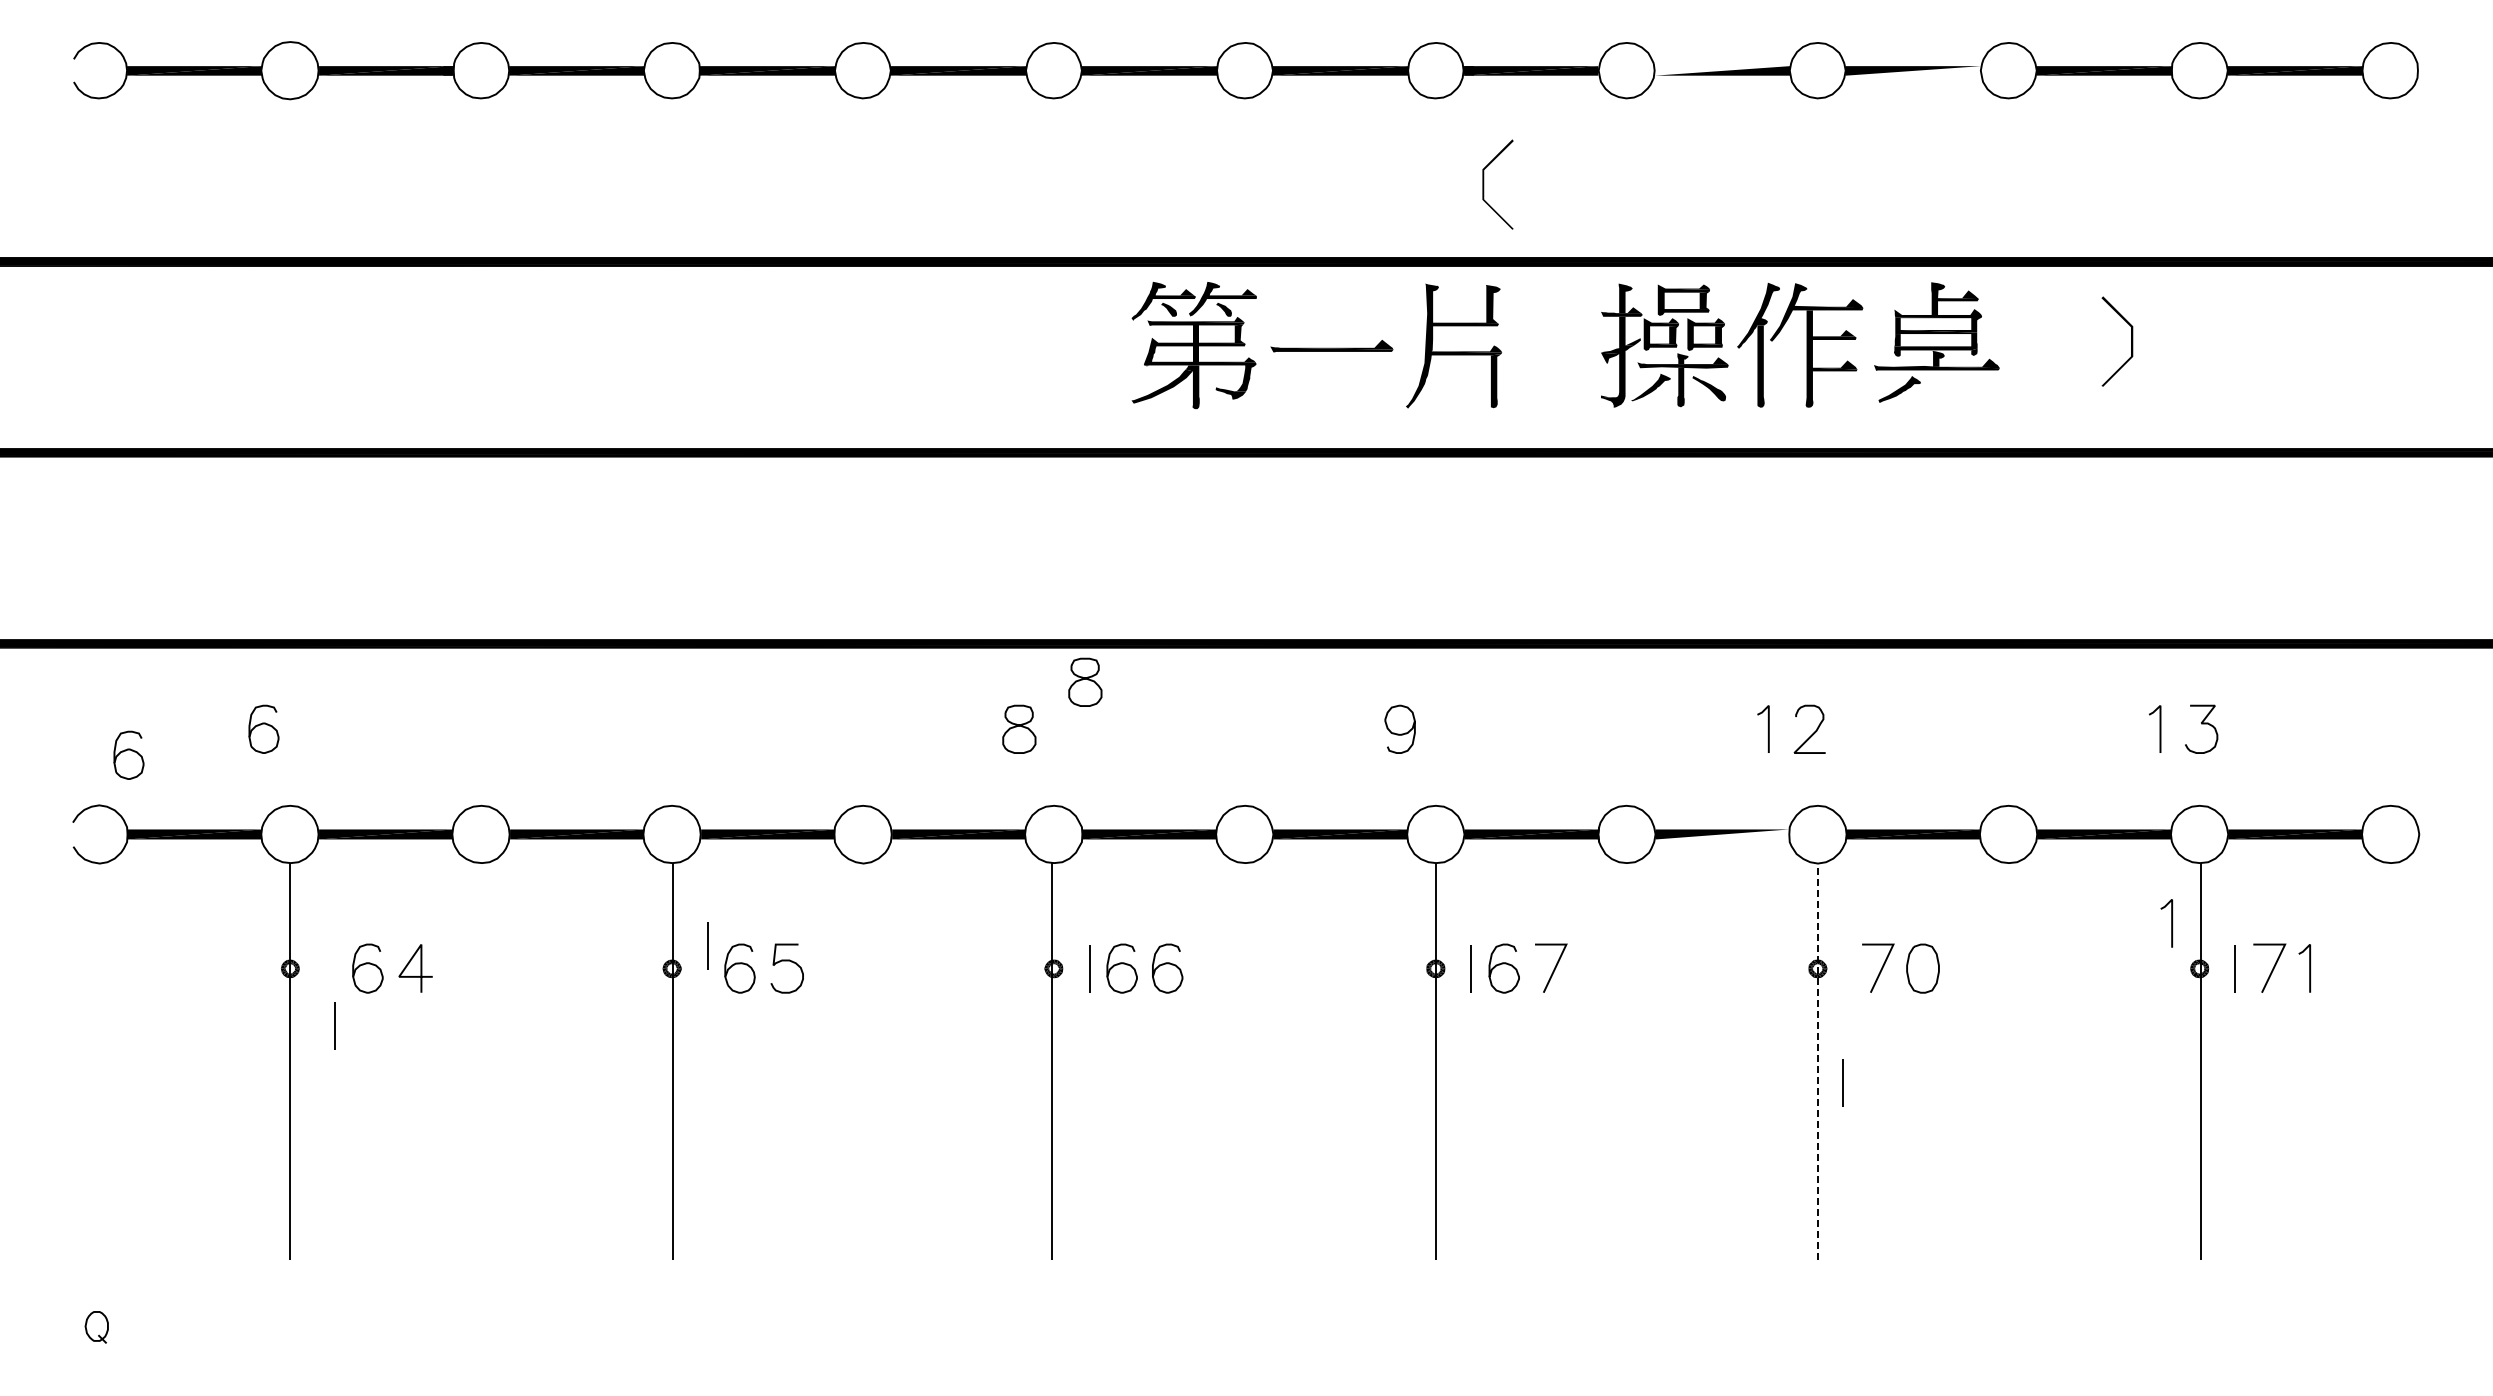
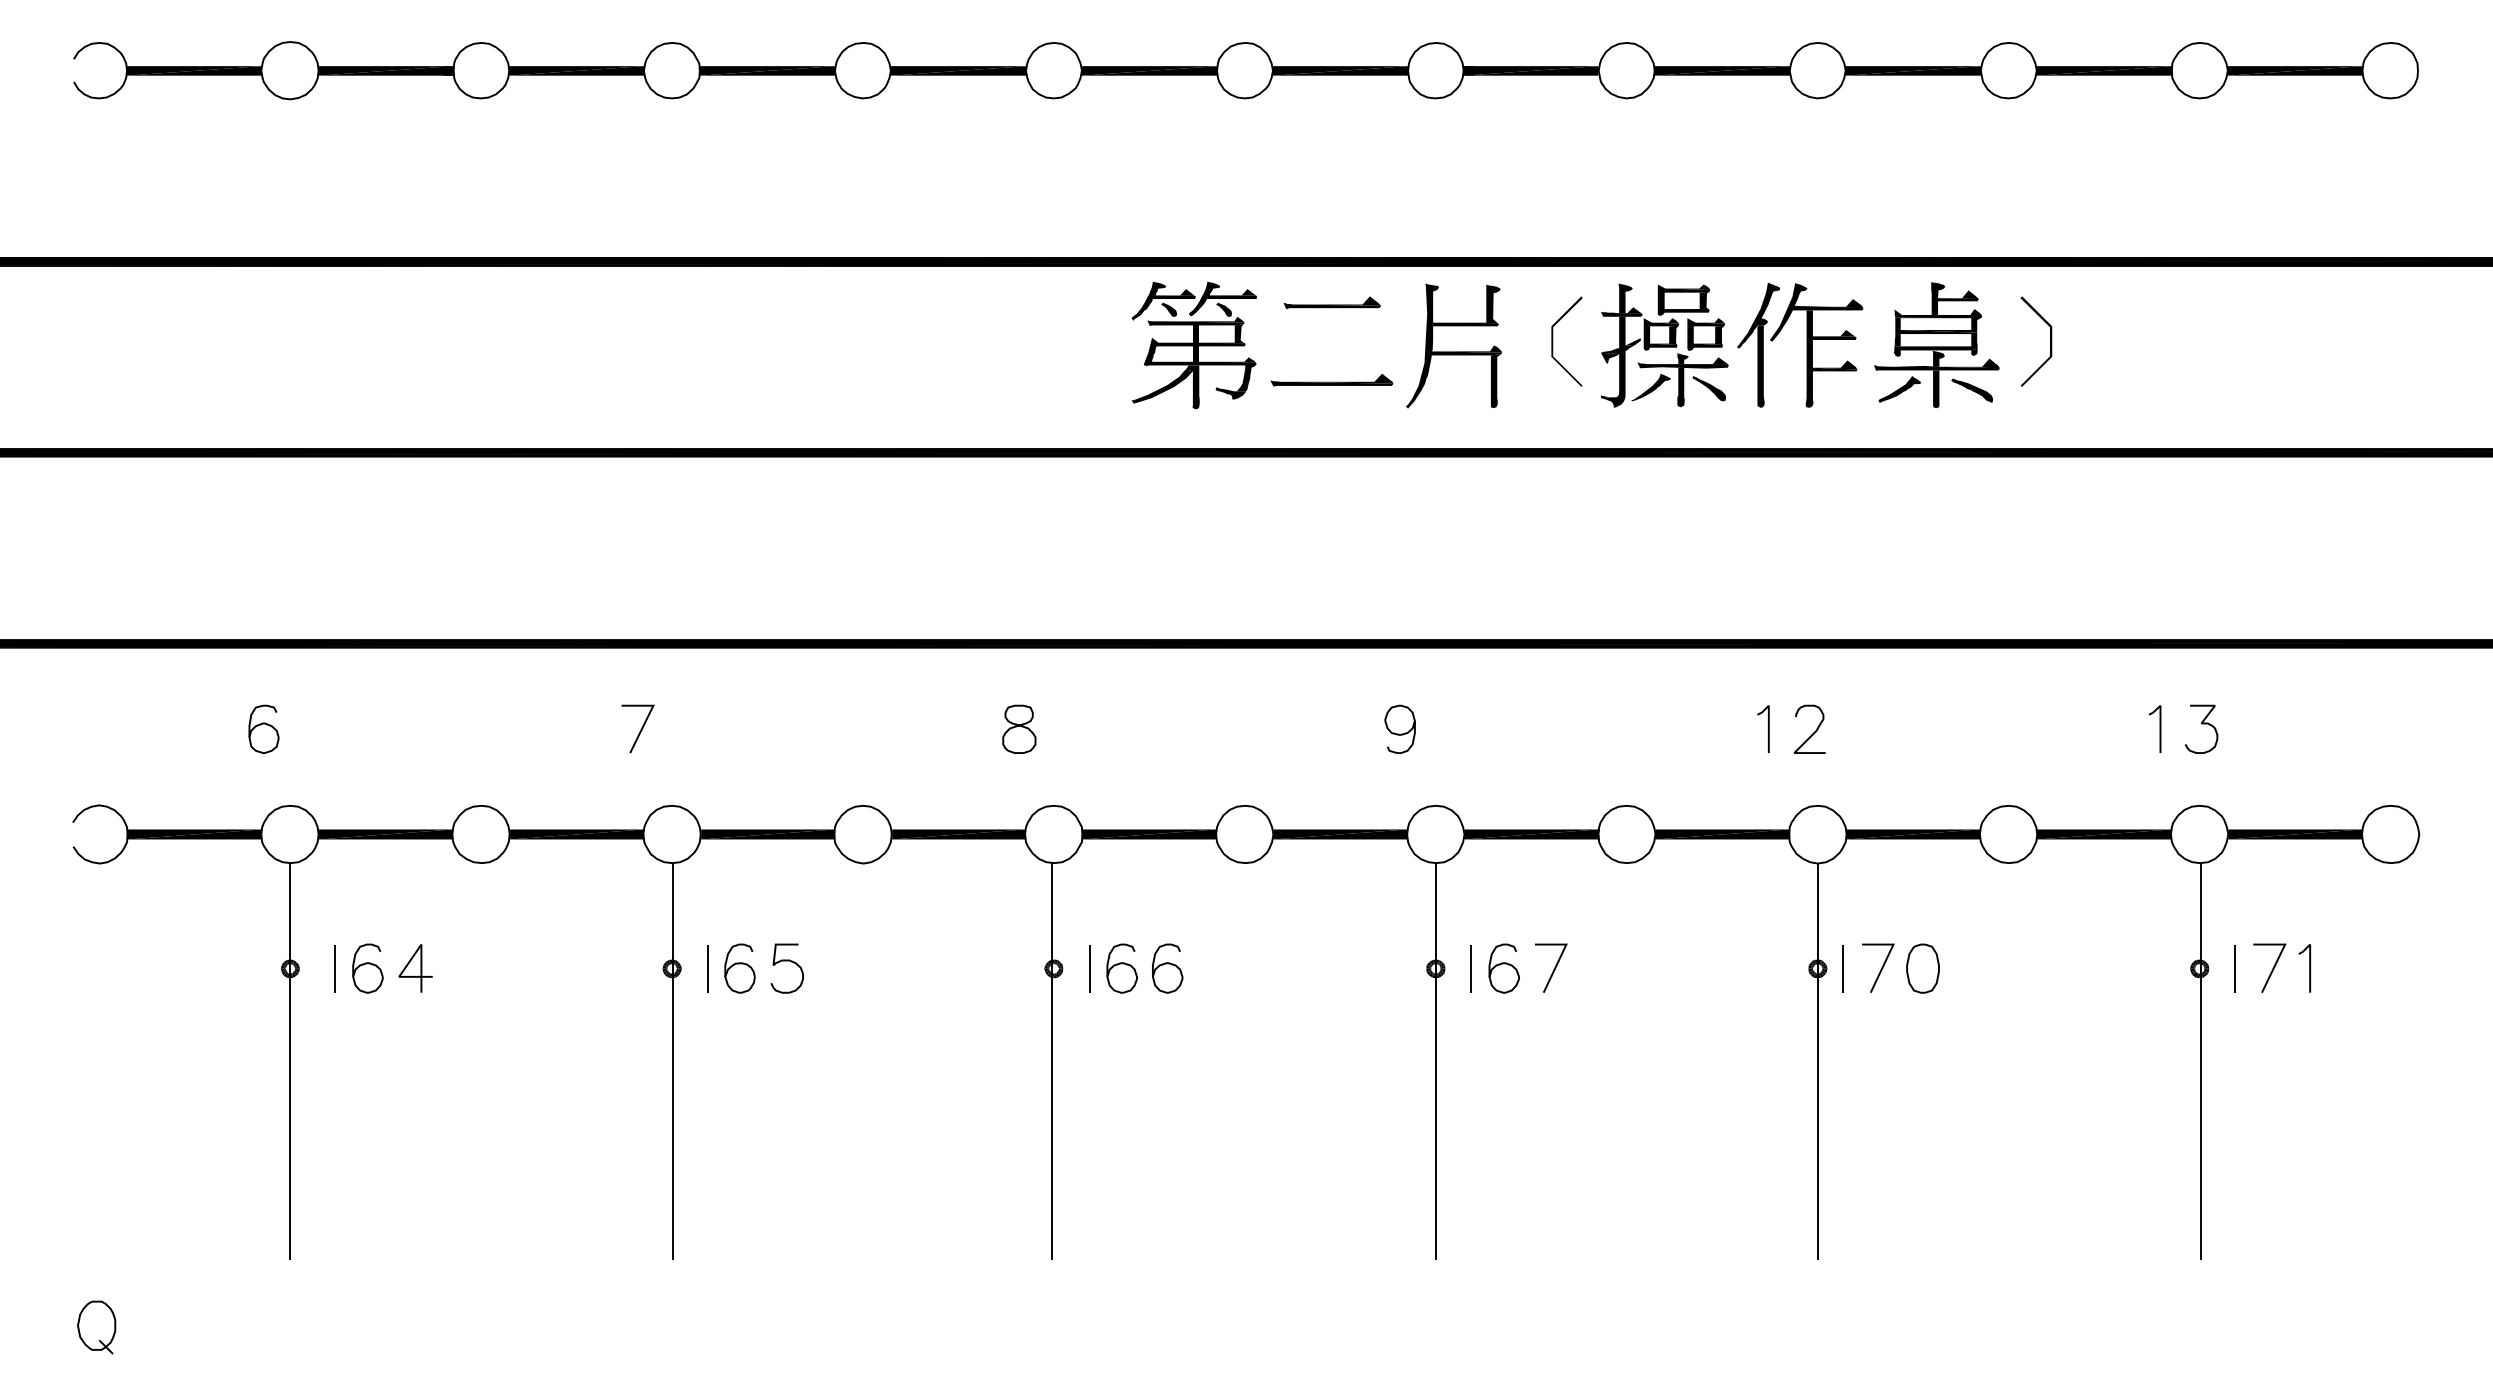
fill at (1722, 70): none -> present
fill at (1913, 70): none -> present
part at (1484, 184) position: (1484, 184) -> (1553, 341)
part at (1331, 302): none -> present
part at (2131, 341) position: (2131, 341) -> (2050, 341)
part at (1331, 345) position: (1331, 345) -> (1331, 379)
fill at (1936, 389): none -> present
fill at (1972, 390): none -> present
part at (1085, 681): present -> none
line at (640, 729): none -> present
part at (128, 754): present -> none
fill at (1722, 834): none -> present
line at (2171, 923): present -> none
line at (707, 945) position: (707, 945) -> (707, 968)
line at (334, 1025) position: (334, 1025) -> (334, 968)
line at (1818, 1061): dashed -> solid
line at (1842, 1082) position: (1842, 1082) -> (1842, 968)
part at (96, 1327) size: 25x33 px -> 40x55 px
